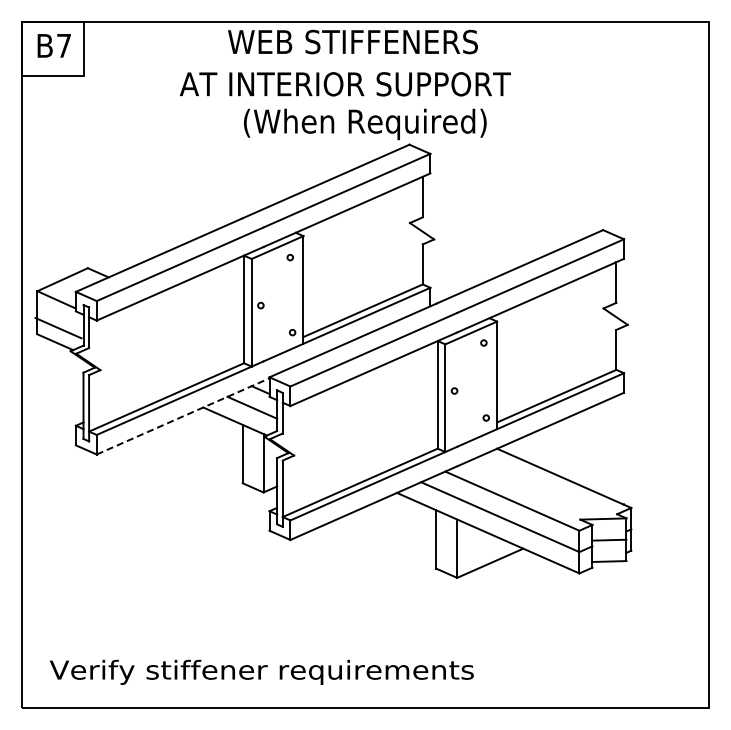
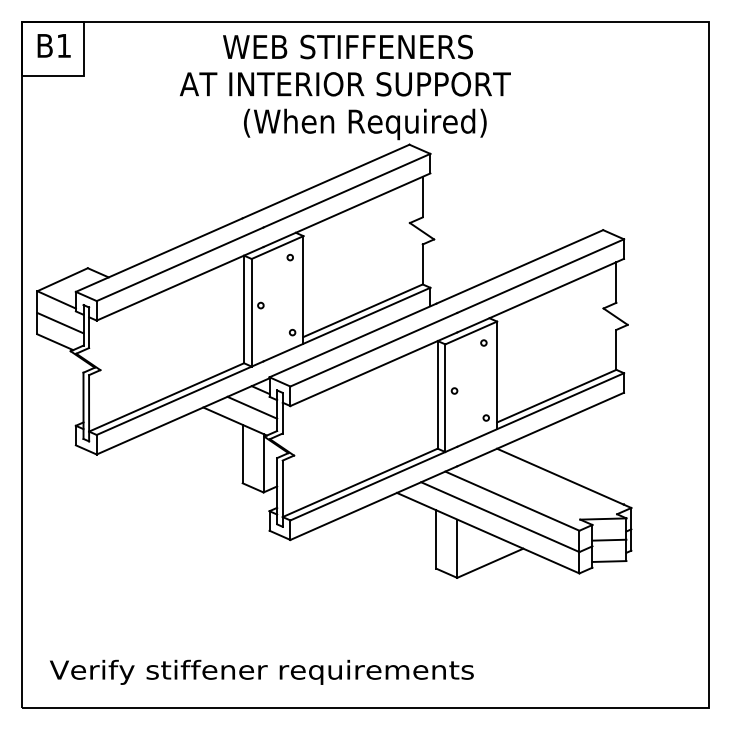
text at (352, 41) position: (352, 41) -> (347, 46)
text at (63, 45): B7 -> B1
line at (58, 327) position: (58, 327) -> (60, 322)
line at (184, 415): dashed -> solid
